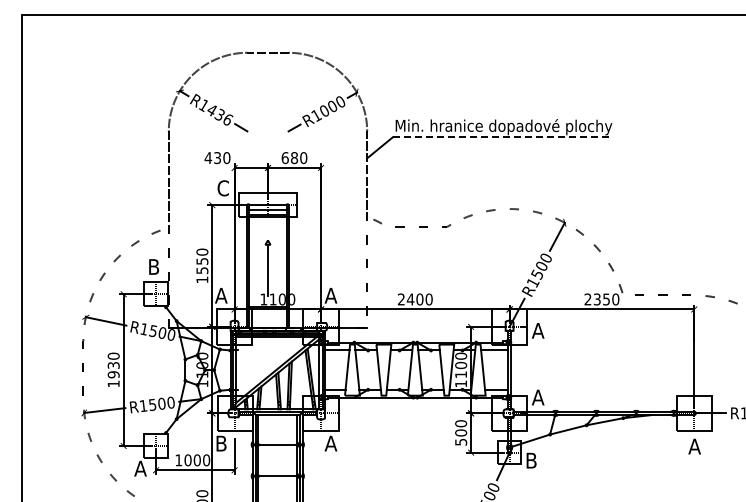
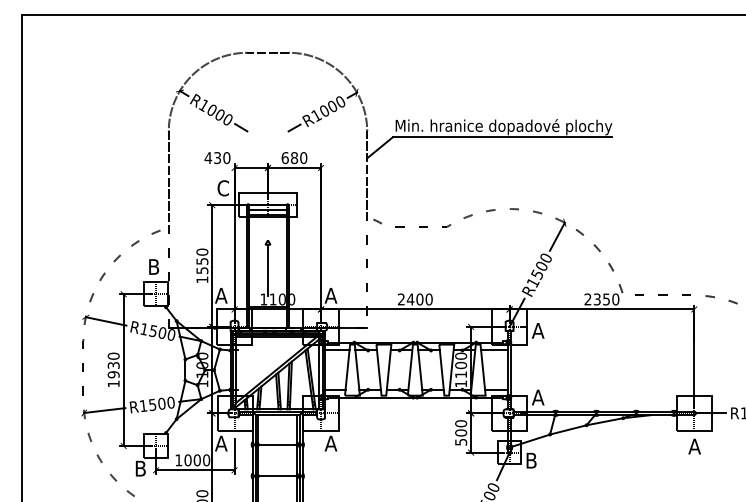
text at (220, 114): R1436 -> R1000
line at (502, 137): dashed -> solid
text at (221, 443): B -> A
text at (140, 468): A -> B
